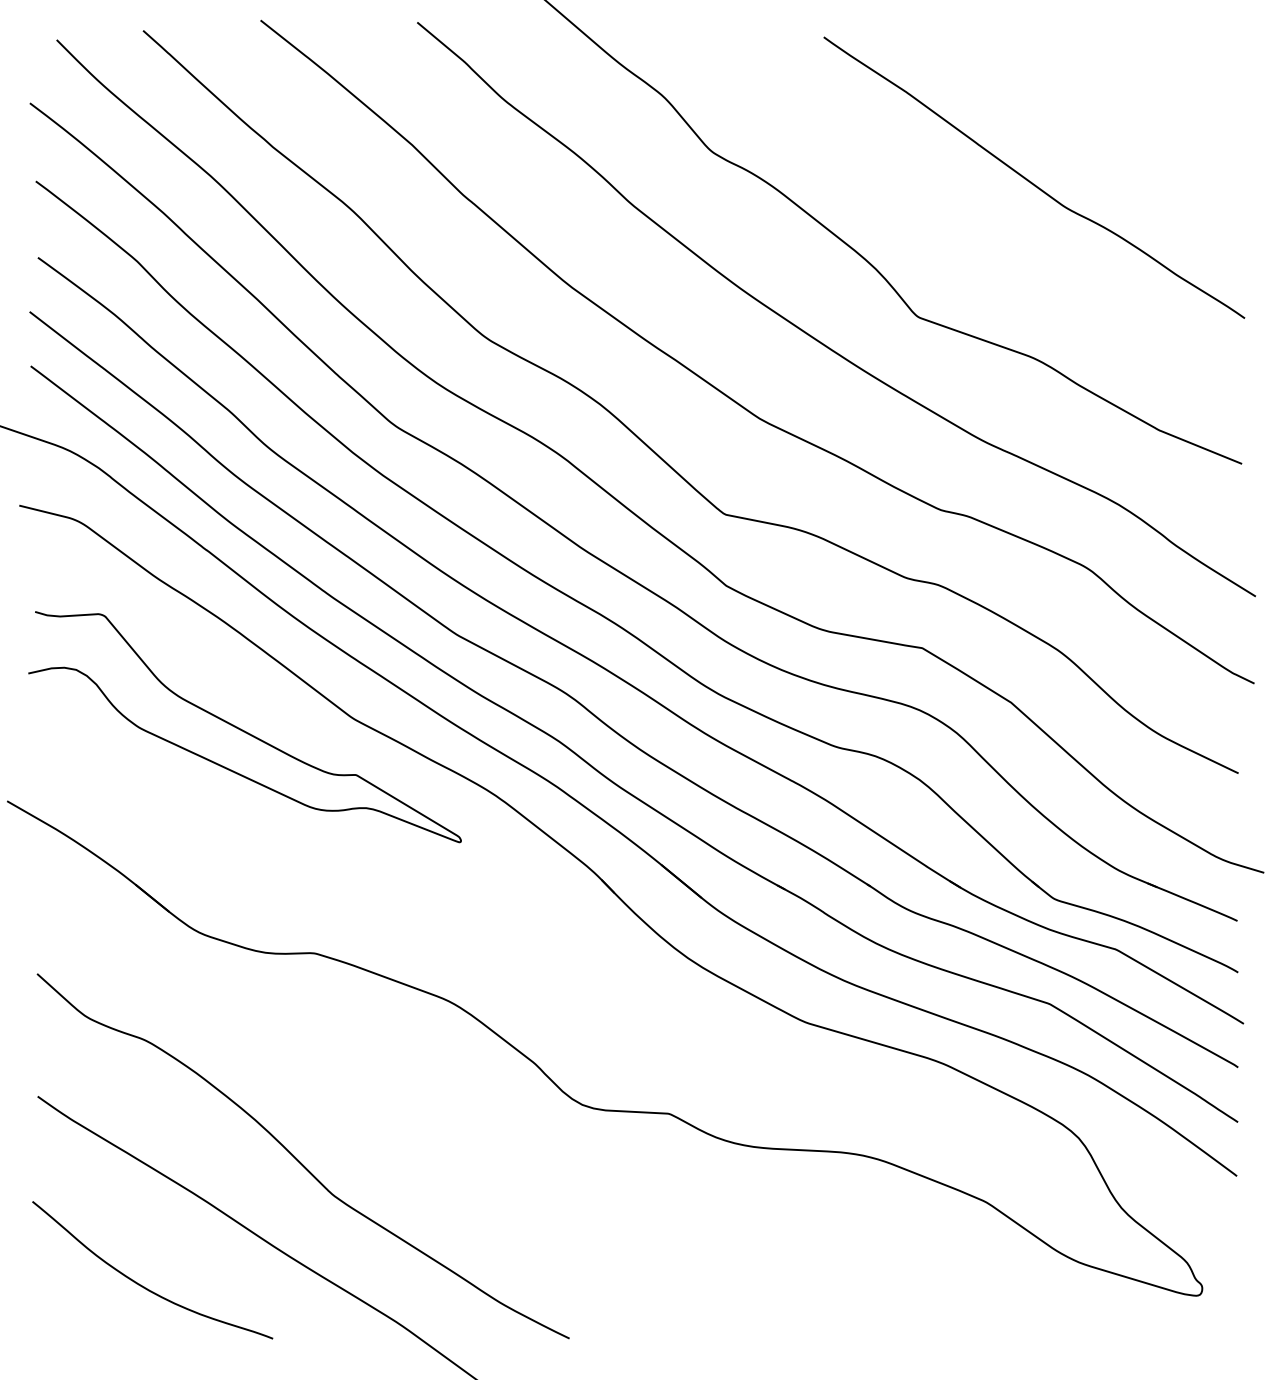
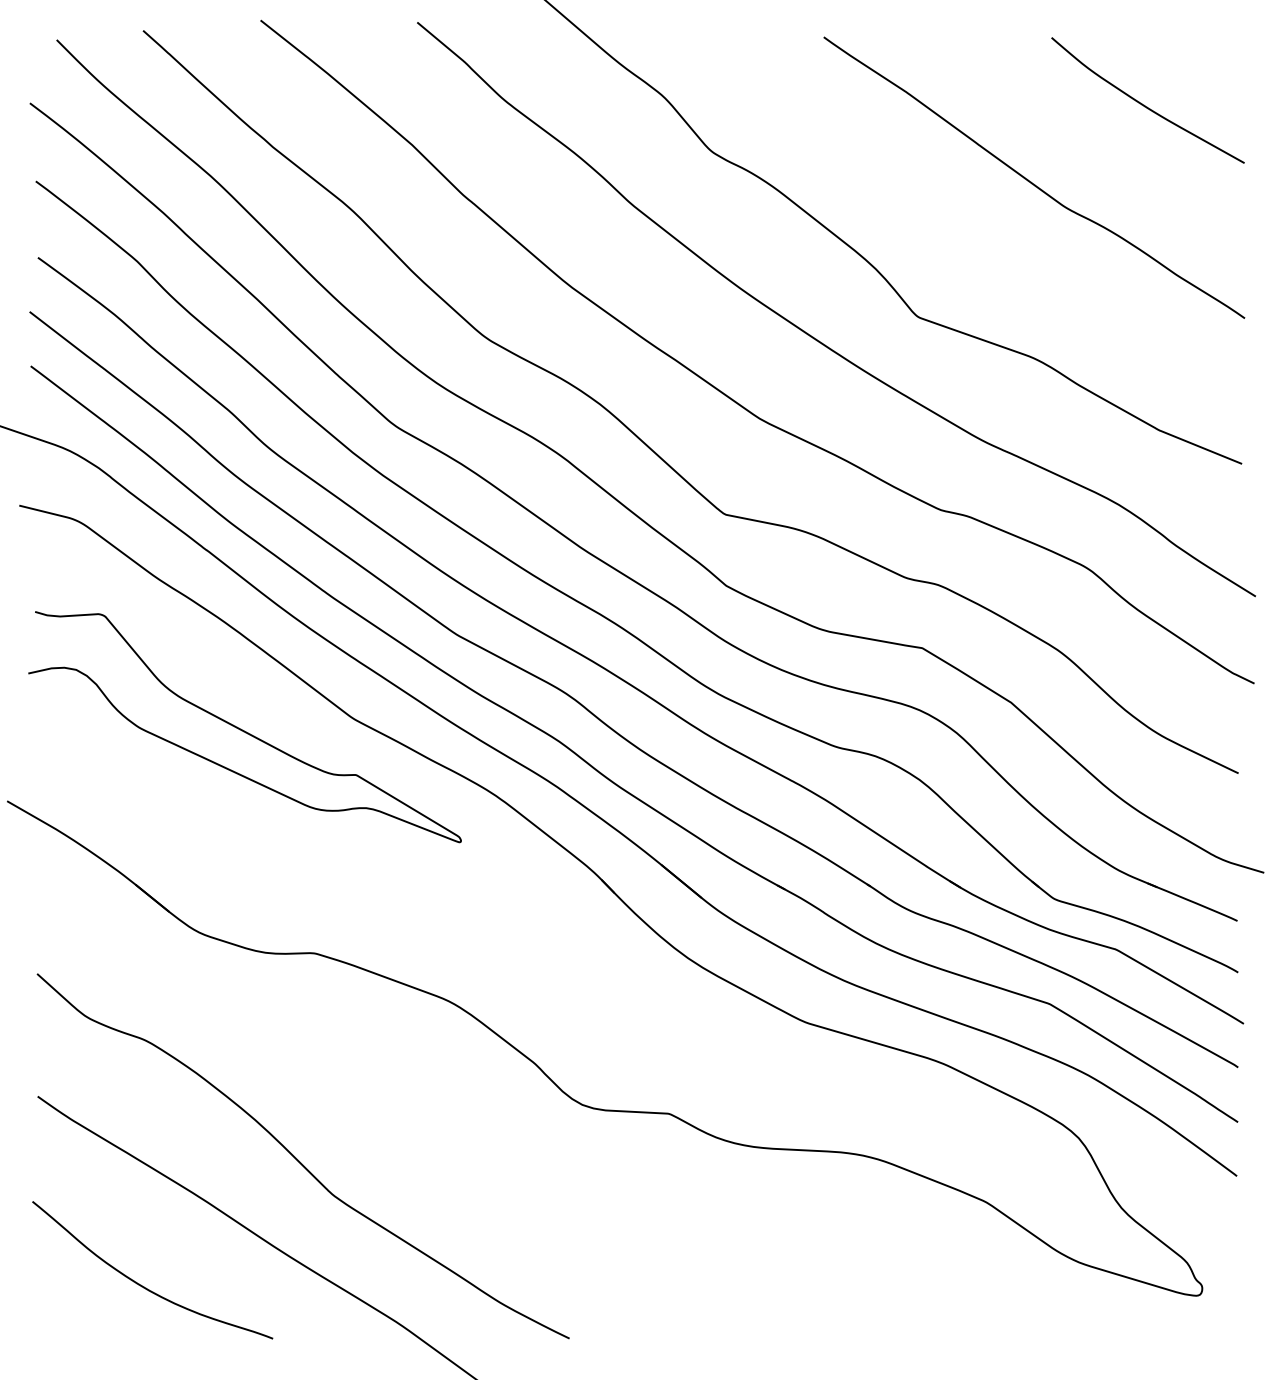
curve at (1144, 104): none -> present
